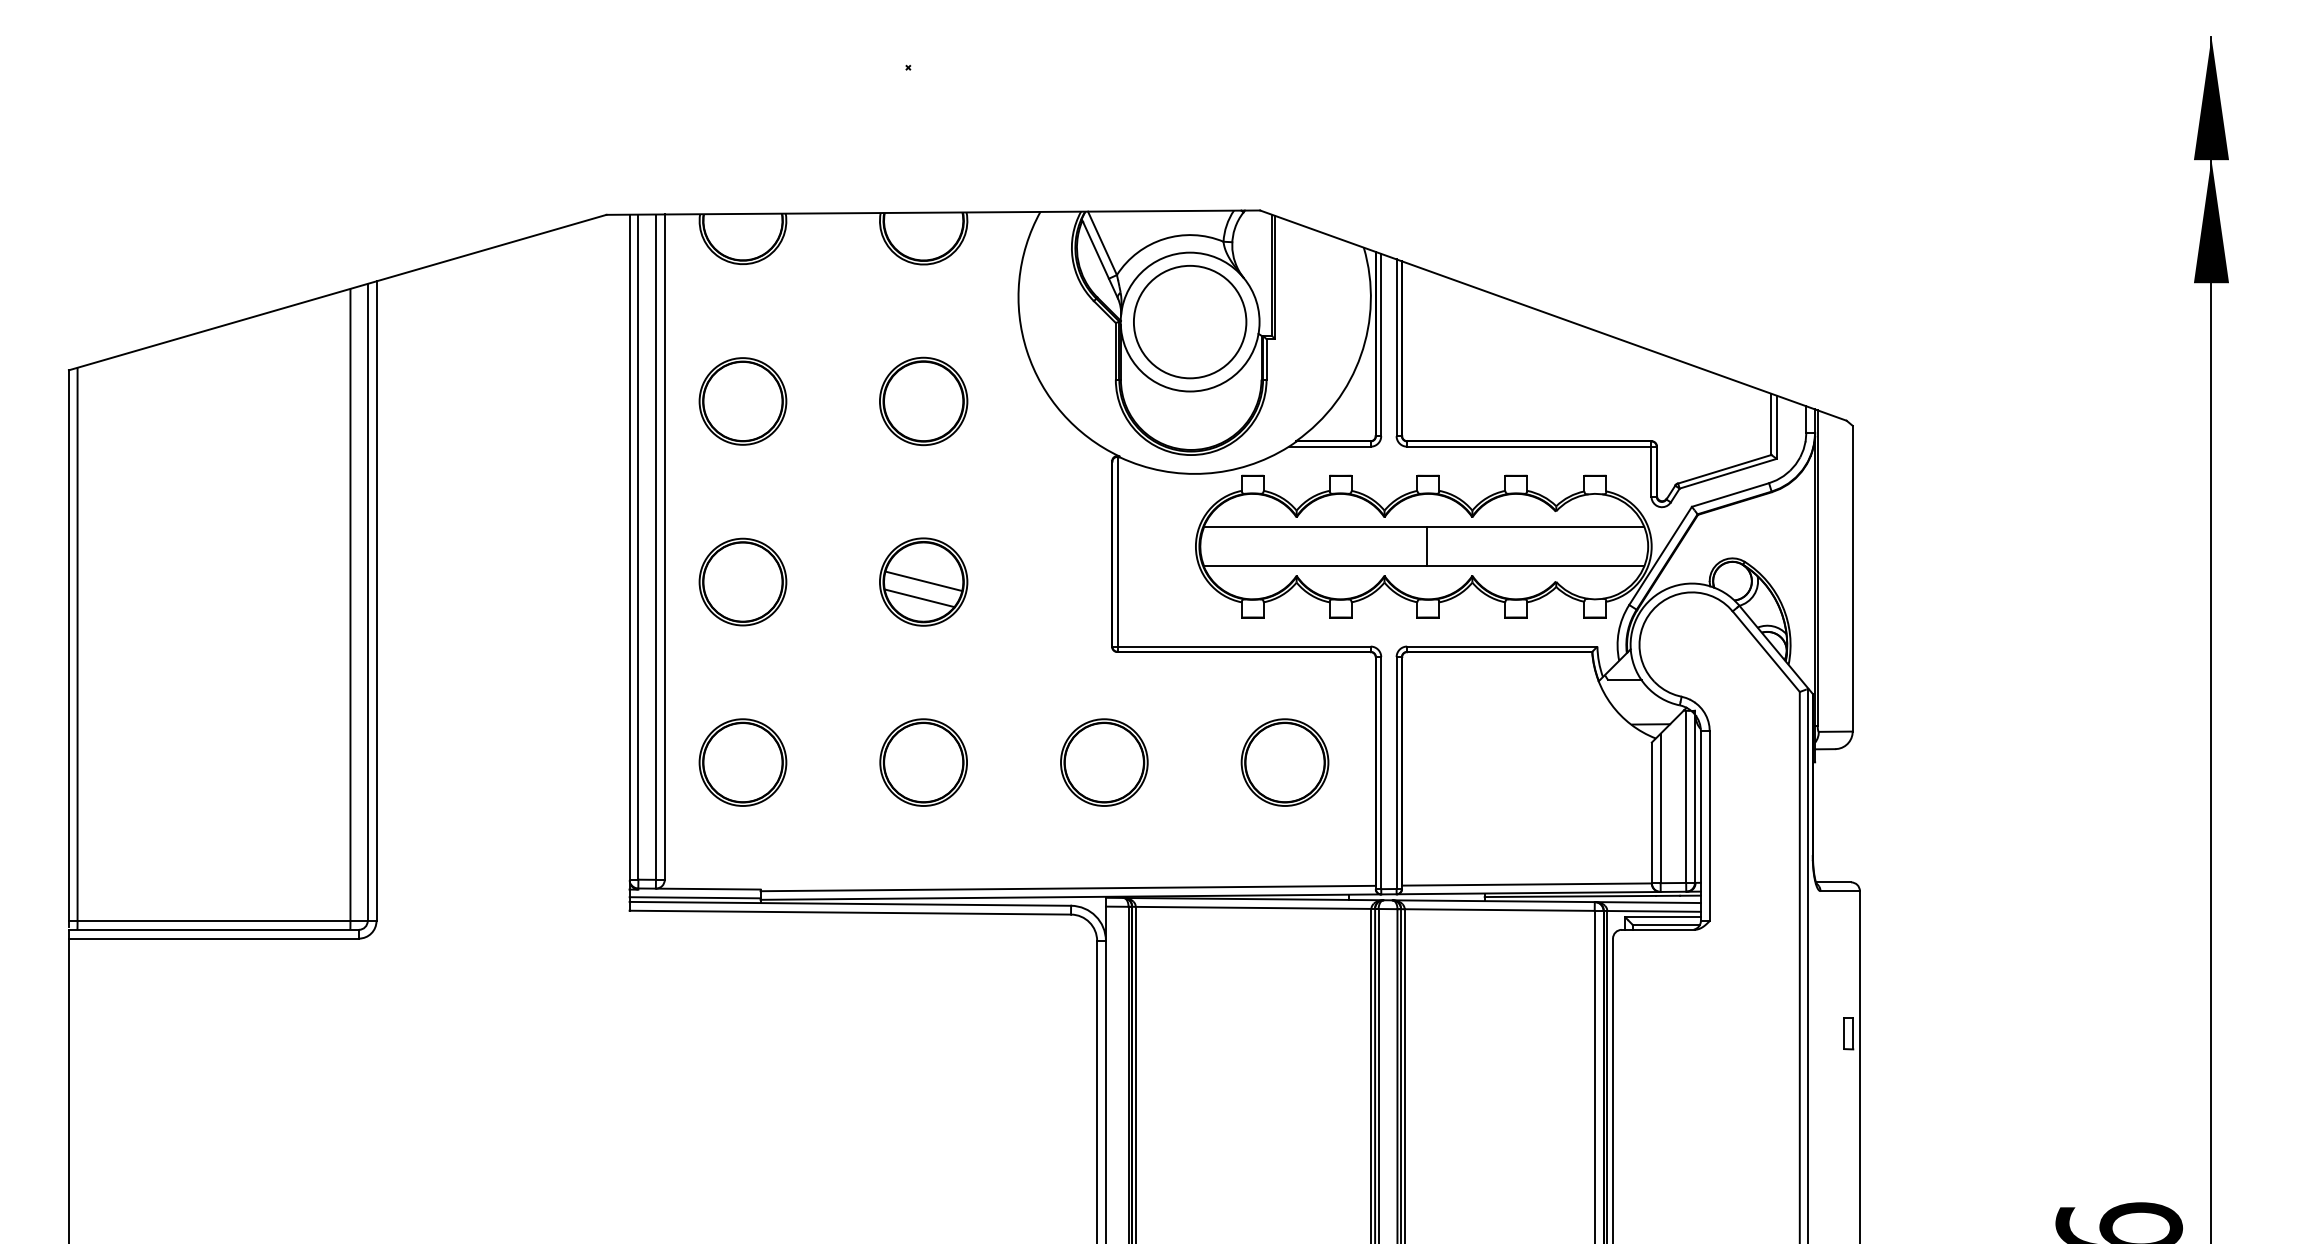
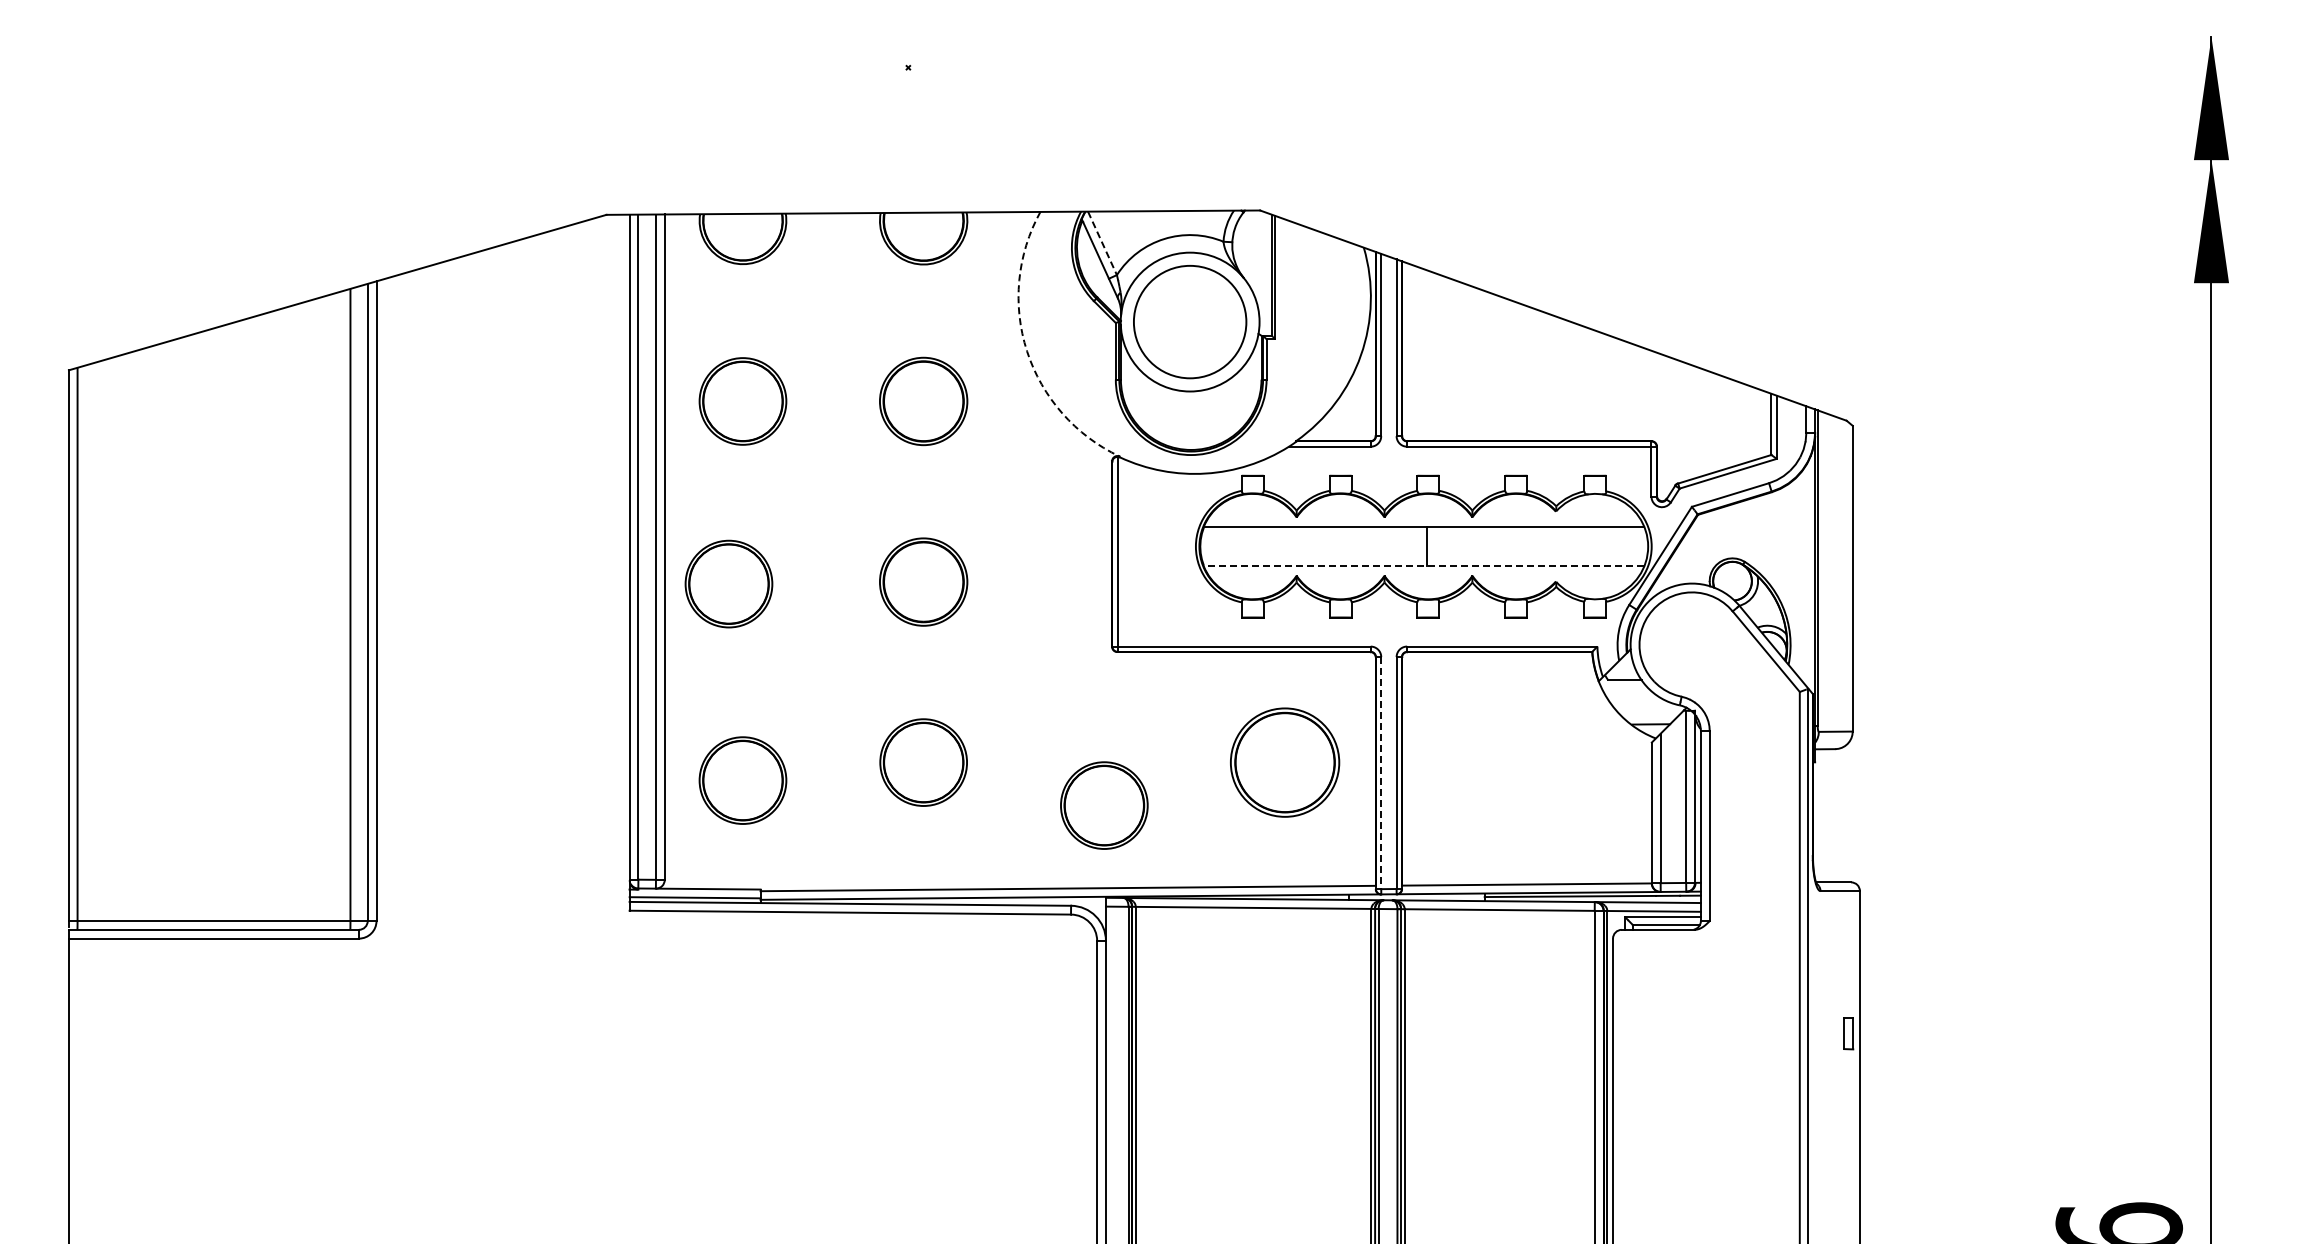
line at (1102, 243): solid -> dashed
arc at (1027, 351): solid -> dashed
line at (1423, 566): solid -> dashed
part at (742, 581) position: (742, 581) -> (728, 583)
line at (923, 581): present -> none
line at (919, 598): present -> none
part at (742, 762) position: (742, 762) -> (742, 780)
part at (1104, 762) position: (1104, 762) -> (1104, 805)
part at (1284, 762) size: 90x89 px -> 111x111 px
line at (1381, 773): solid -> dashed
